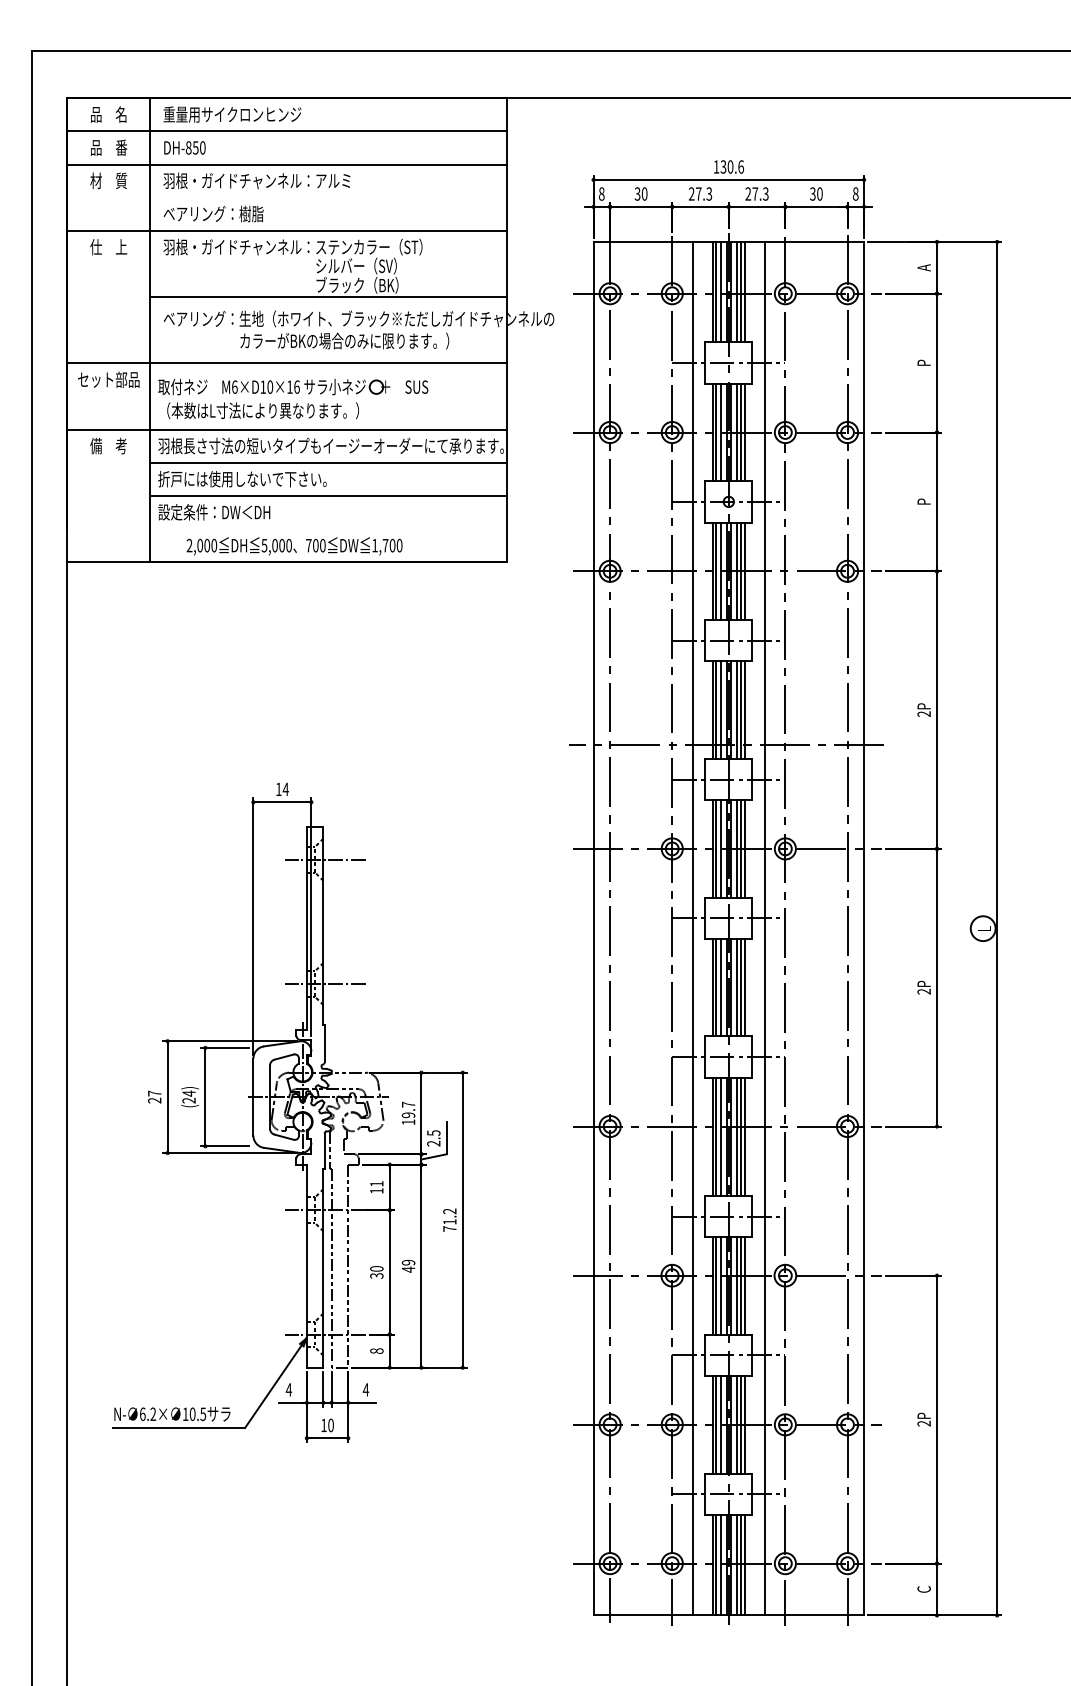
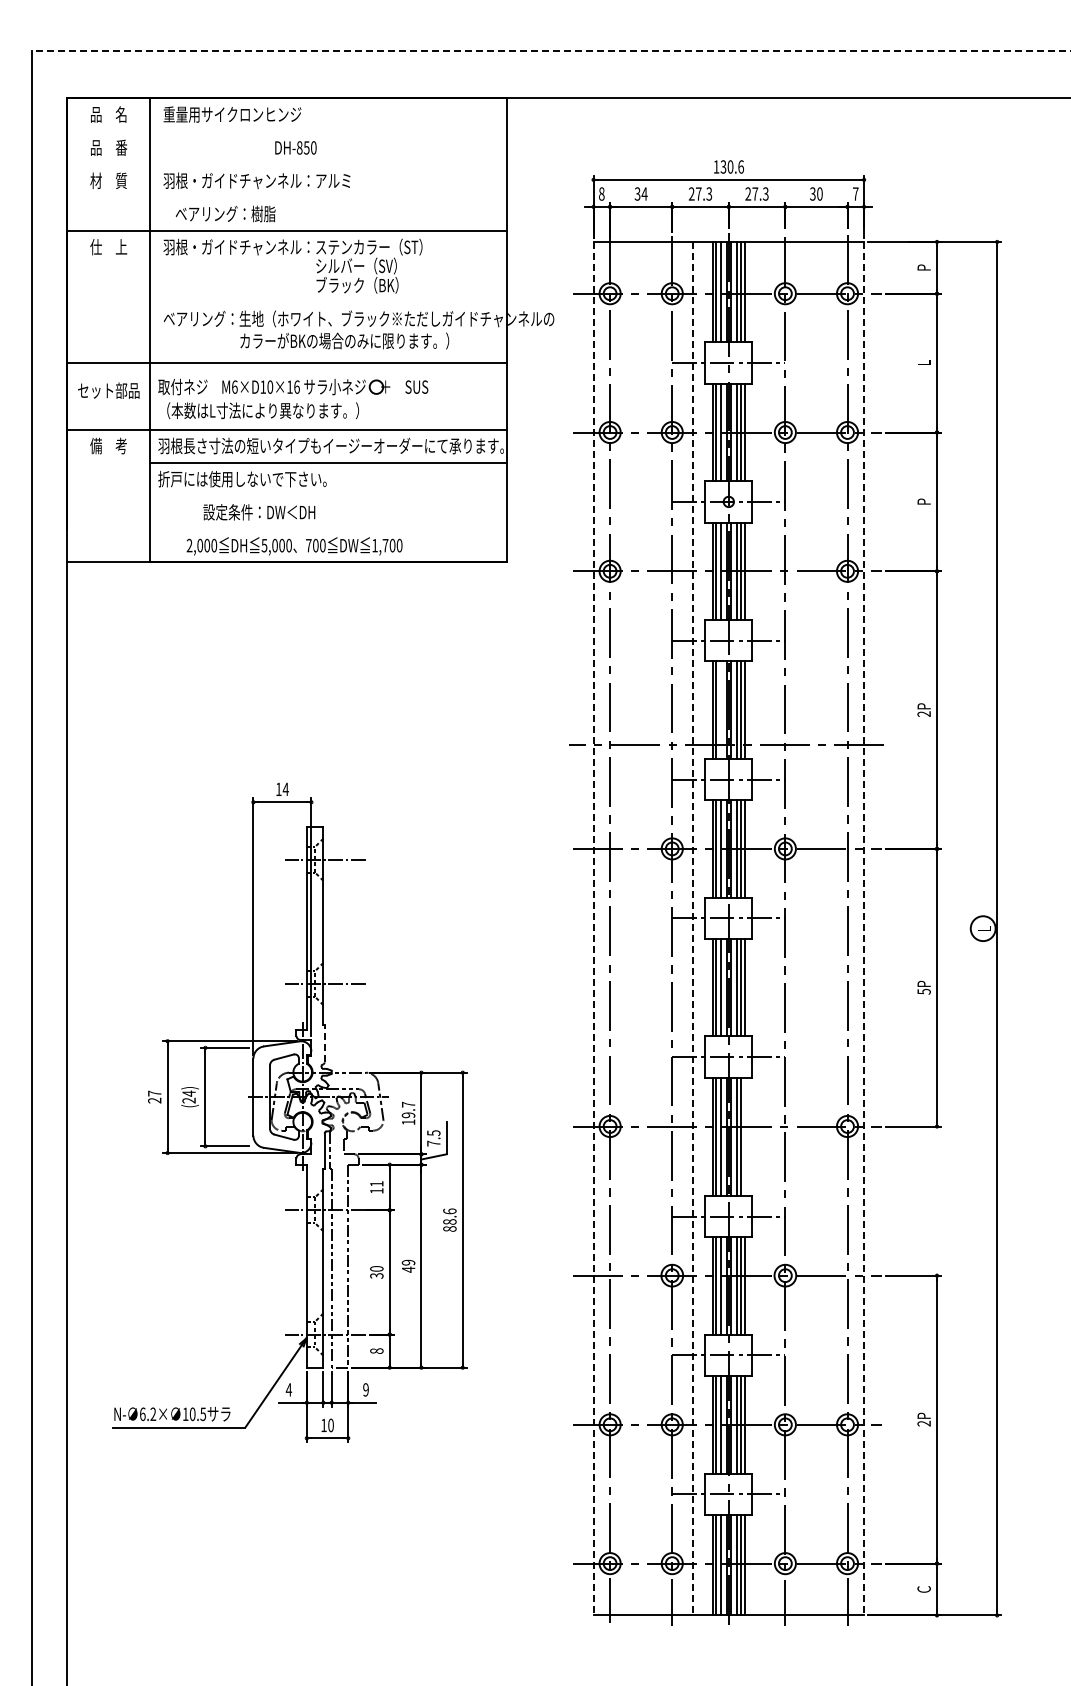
line at (550, 50): solid -> dashed
line at (286, 131): present -> none
text at (184, 147) position: (184, 147) -> (295, 147)
line at (286, 164): present -> none
text at (644, 193): 30 -> 34
text at (855, 193): 8 -> 7
text at (213, 213) position: (213, 213) -> (225, 213)
text at (923, 267): A -> P
line at (328, 297): present -> none
text at (923, 362): P -> L
text at (108, 379) position: (108, 379) -> (108, 390)
line at (328, 495): present -> none
text at (214, 512) position: (214, 512) -> (259, 512)
line at (720, 709): present -> none
line at (593, 928): solid -> dashed
line at (692, 928): solid -> dashed
line at (764, 928): present -> none
line at (864, 928): solid -> dashed
text at (923, 991): 2P -> 5P
line at (324, 1043): solid -> dashed
line at (744, 1136): present -> none
text at (433, 1143): 2.5 -> 7.5
text at (449, 1219): 71.2 -> 88.6
text at (365, 1389): 4 -> 9
